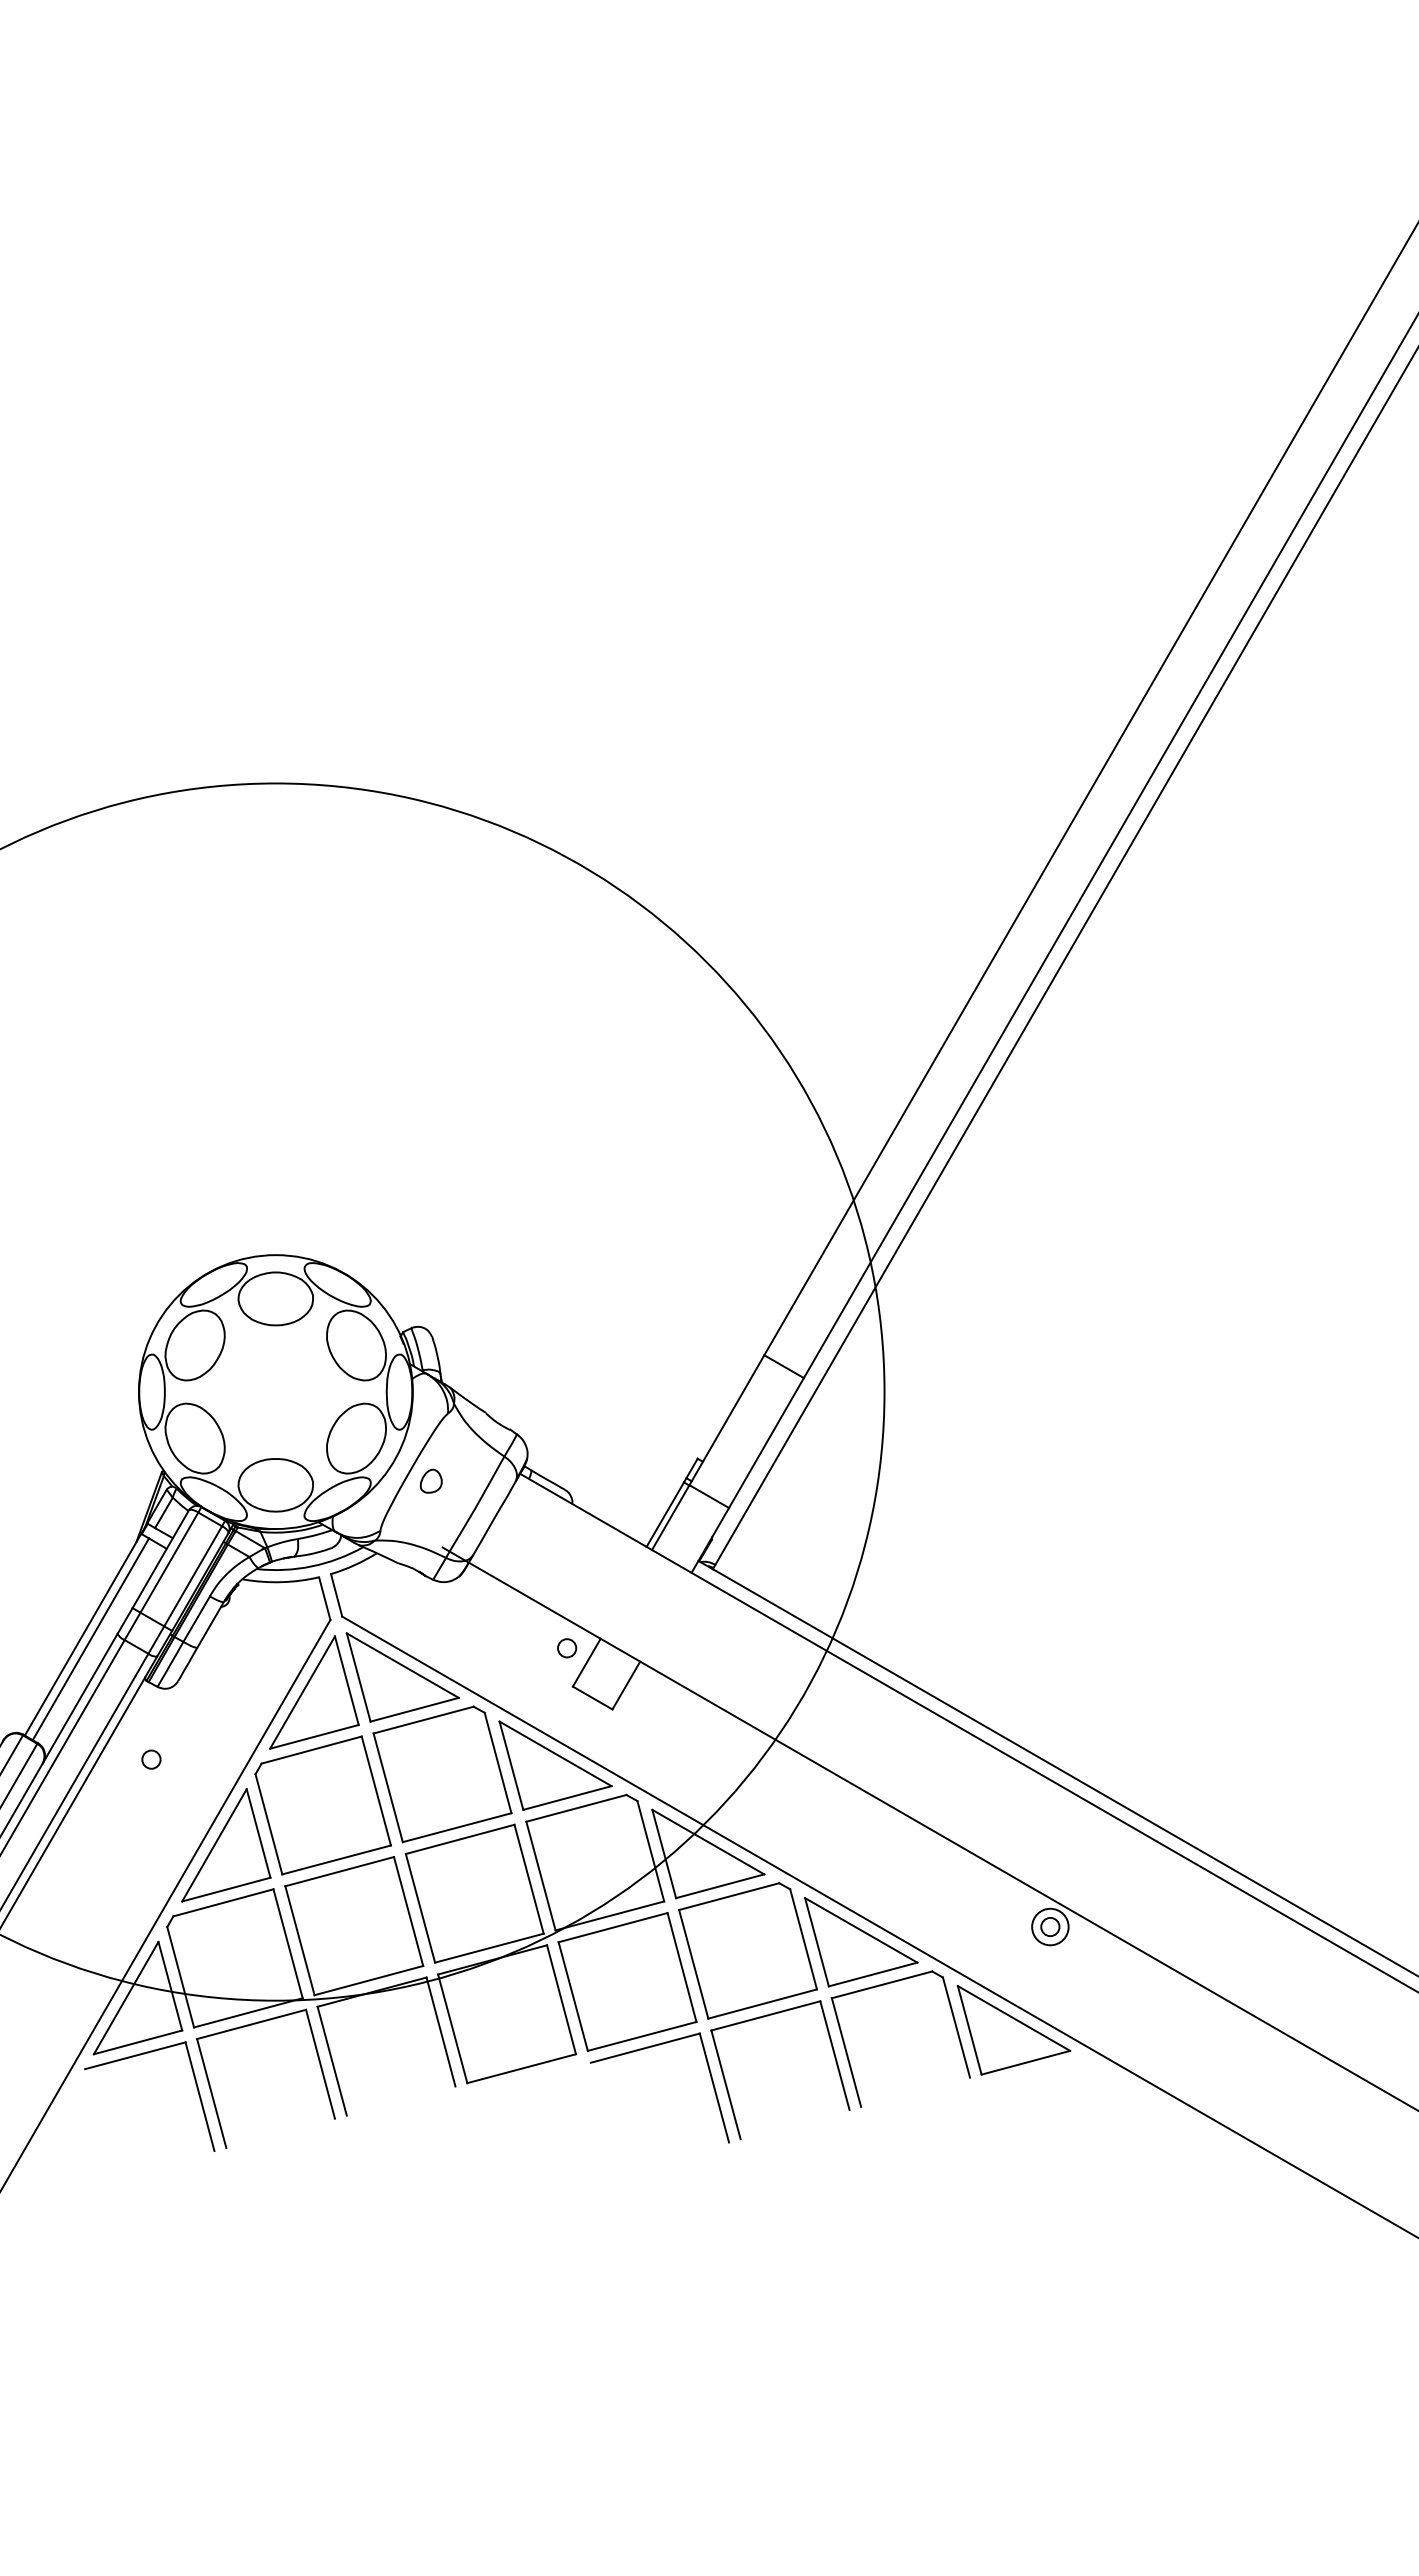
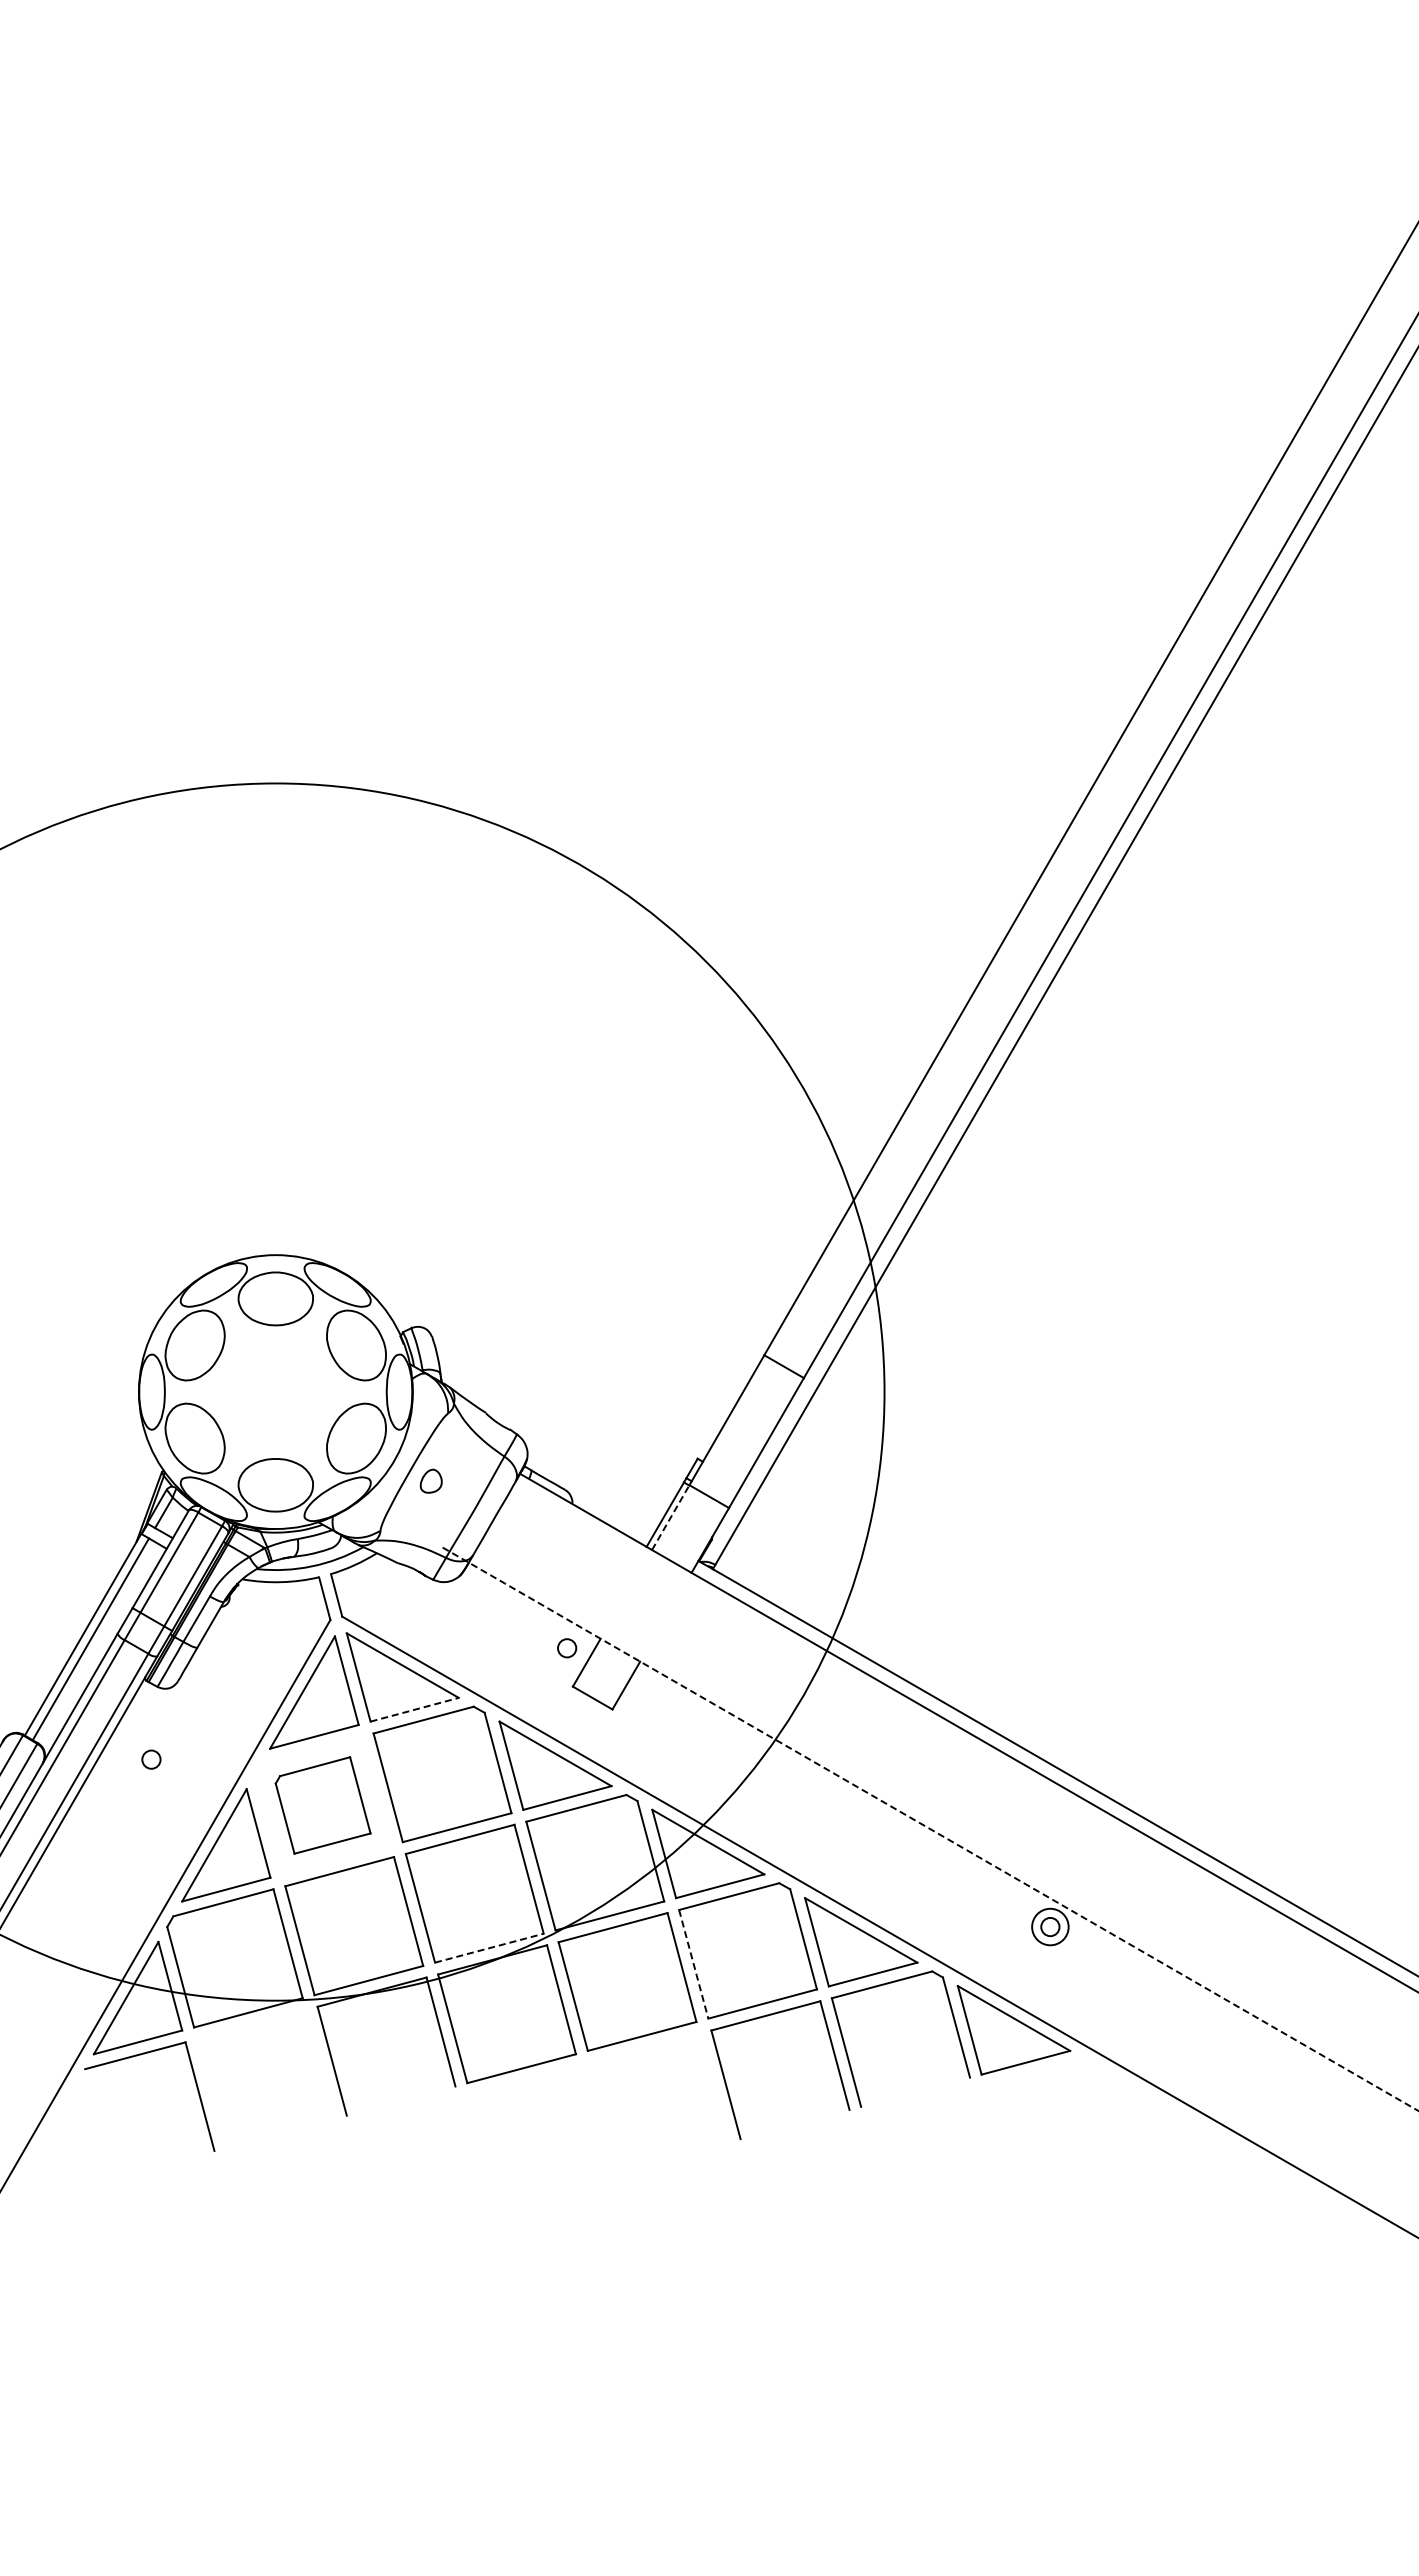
line at (671, 1517): solid -> dashed
line at (414, 1709): solid -> dashed
part at (322, 1805) size: 138x141 px -> 98x99 px
line at (931, 1829): solid -> dashed
line at (489, 1948): solid -> dashed
line at (693, 1964): solid -> dashed
part at (252, 2025): present -> none
part at (648, 2048): present -> none
